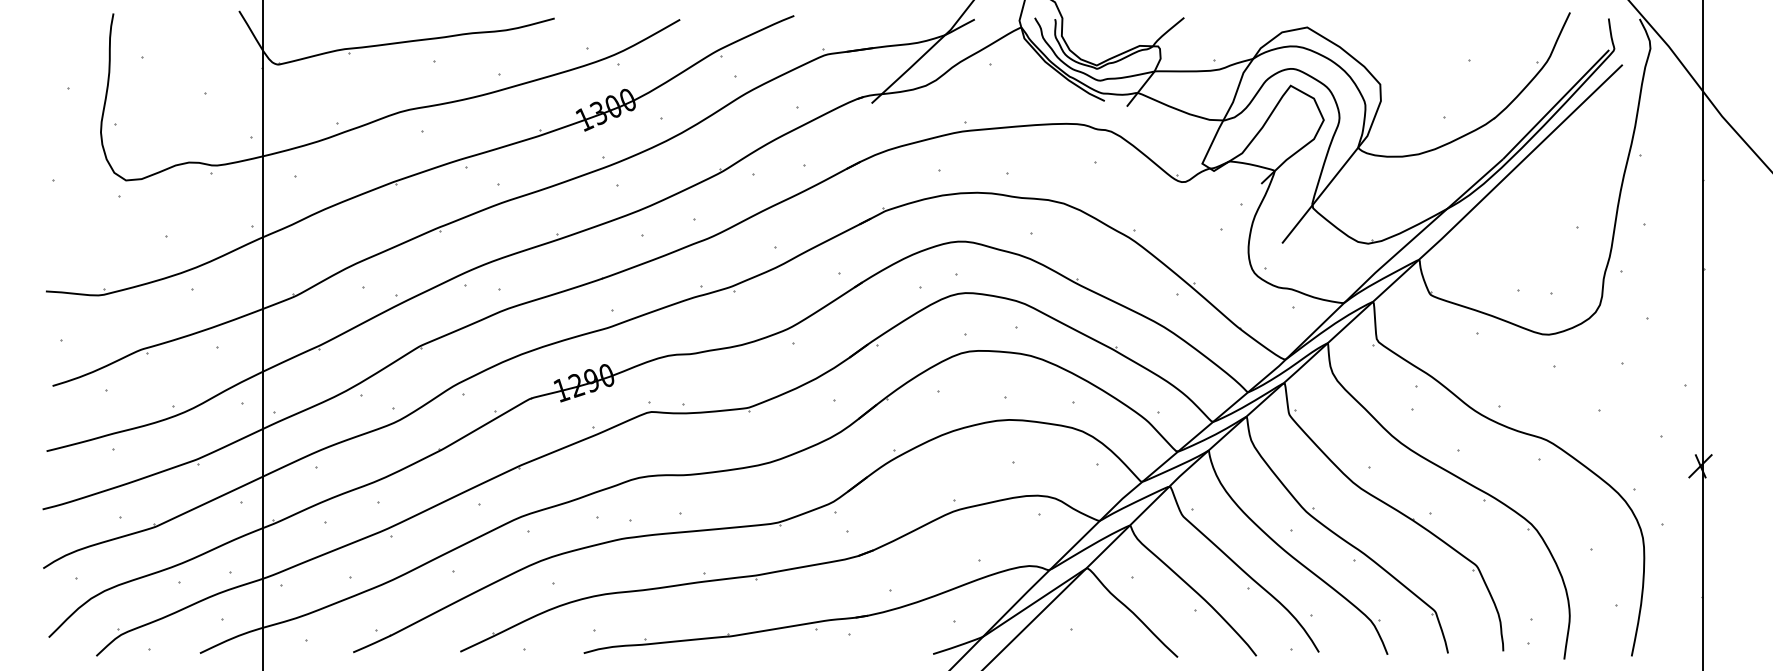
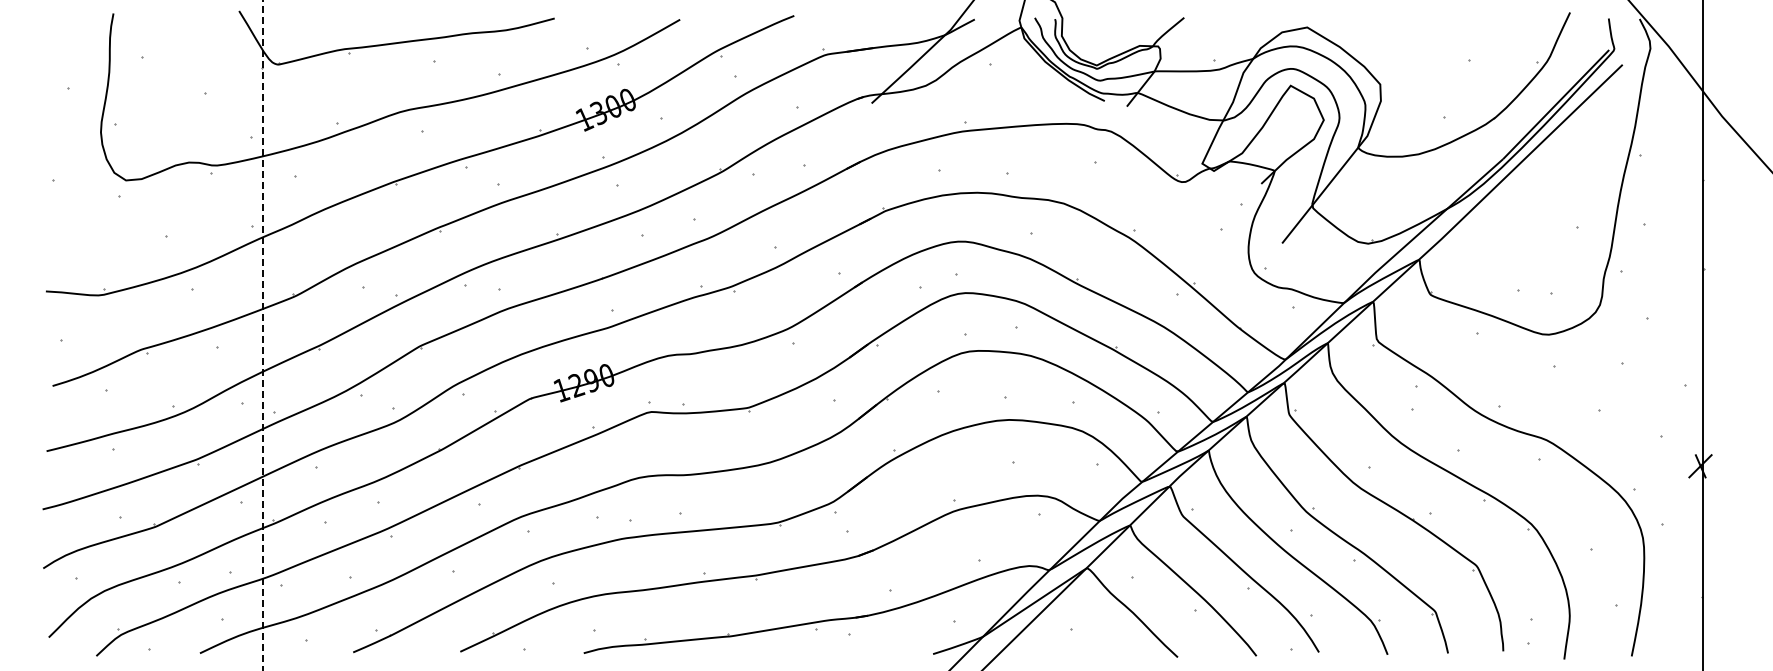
line at (262, 335): solid -> dashed
